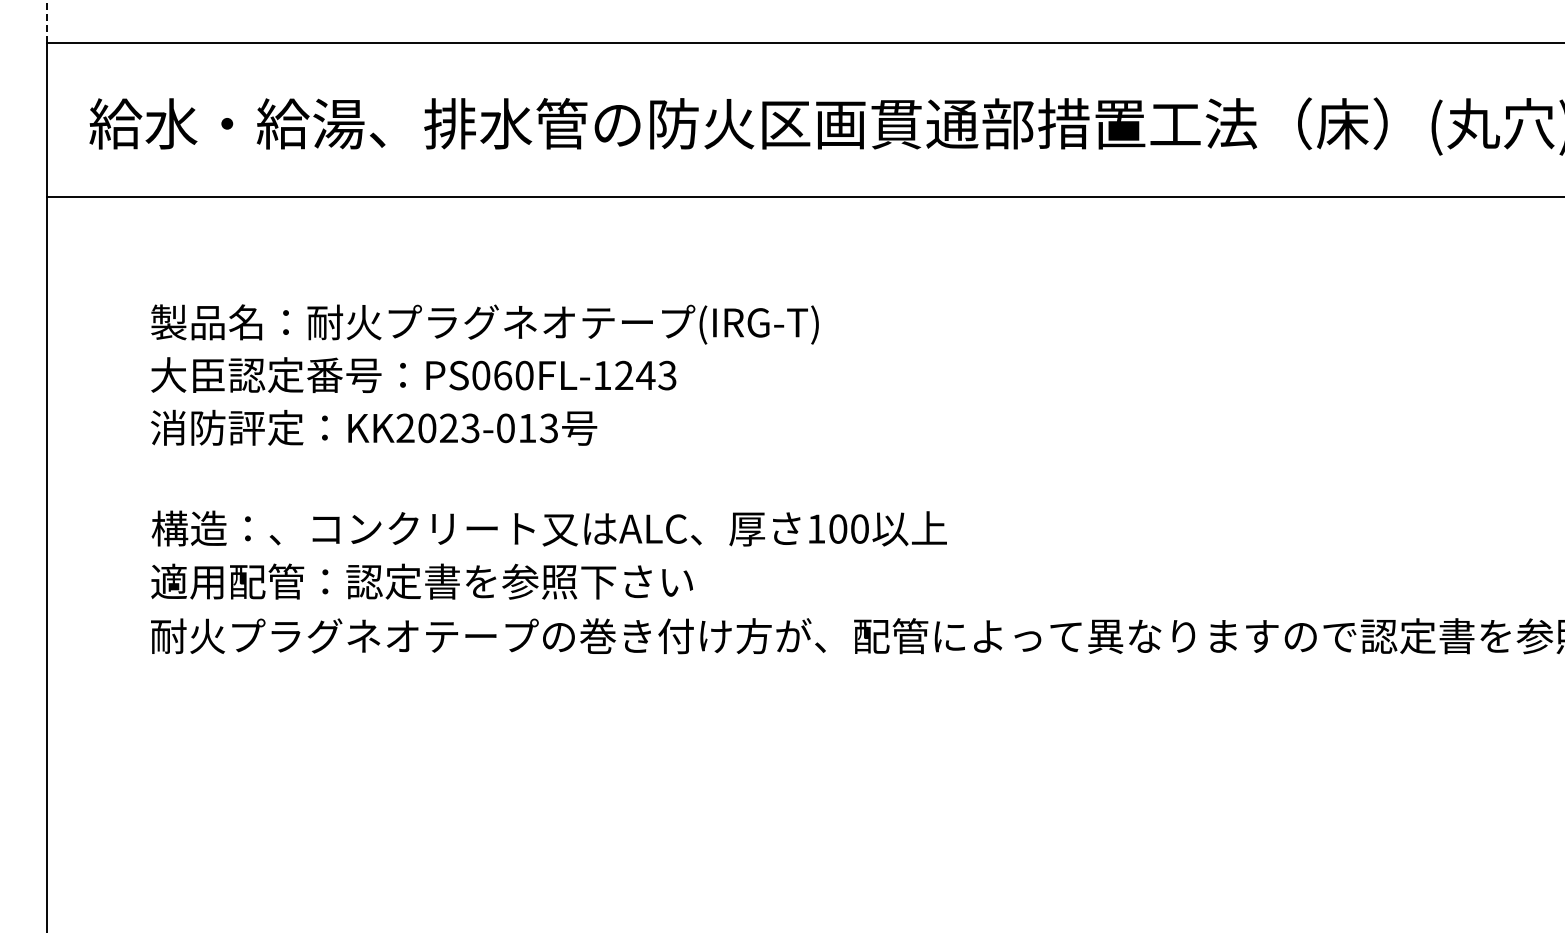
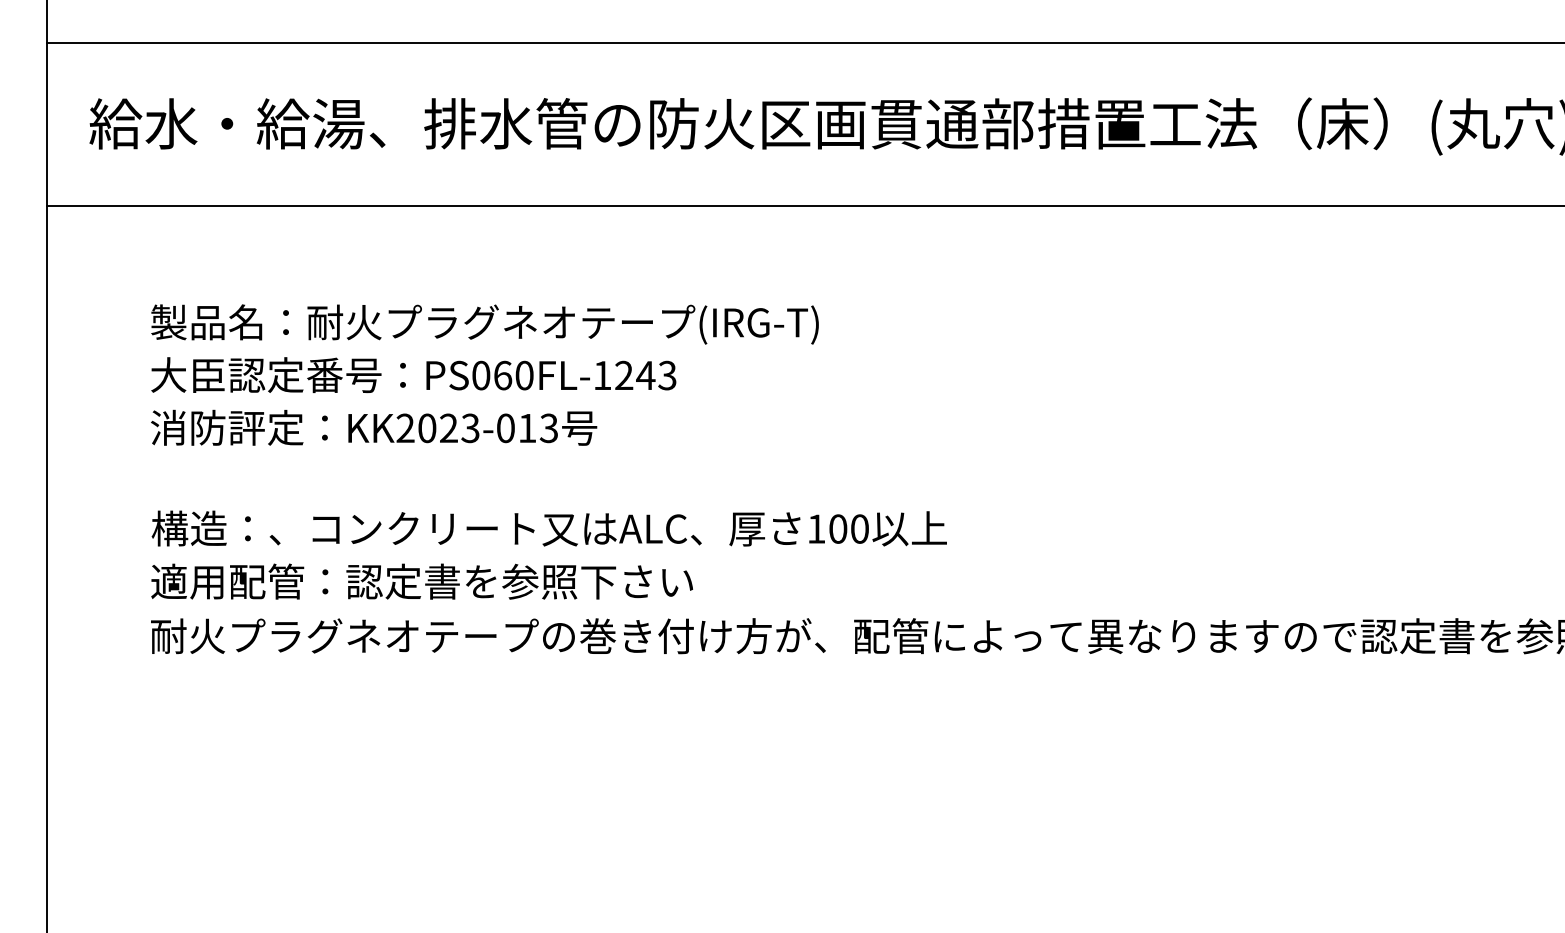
line at (46, 21): dashed -> solid
line at (803, 197) position: (803, 197) -> (803, 206)
